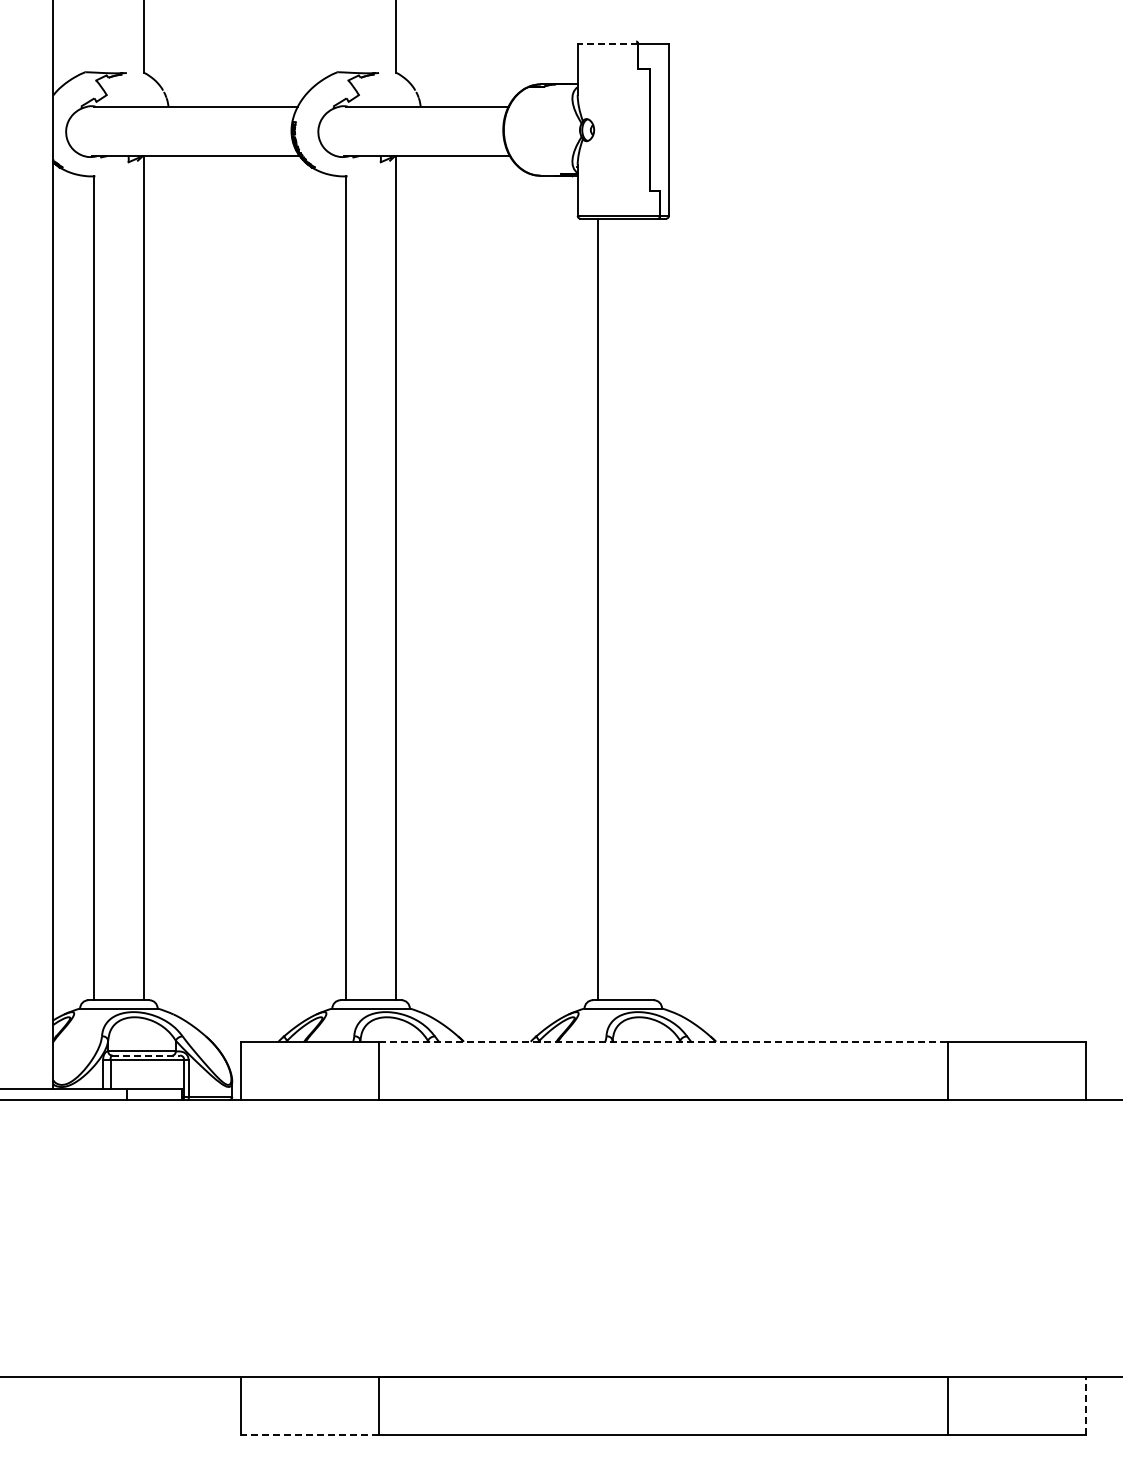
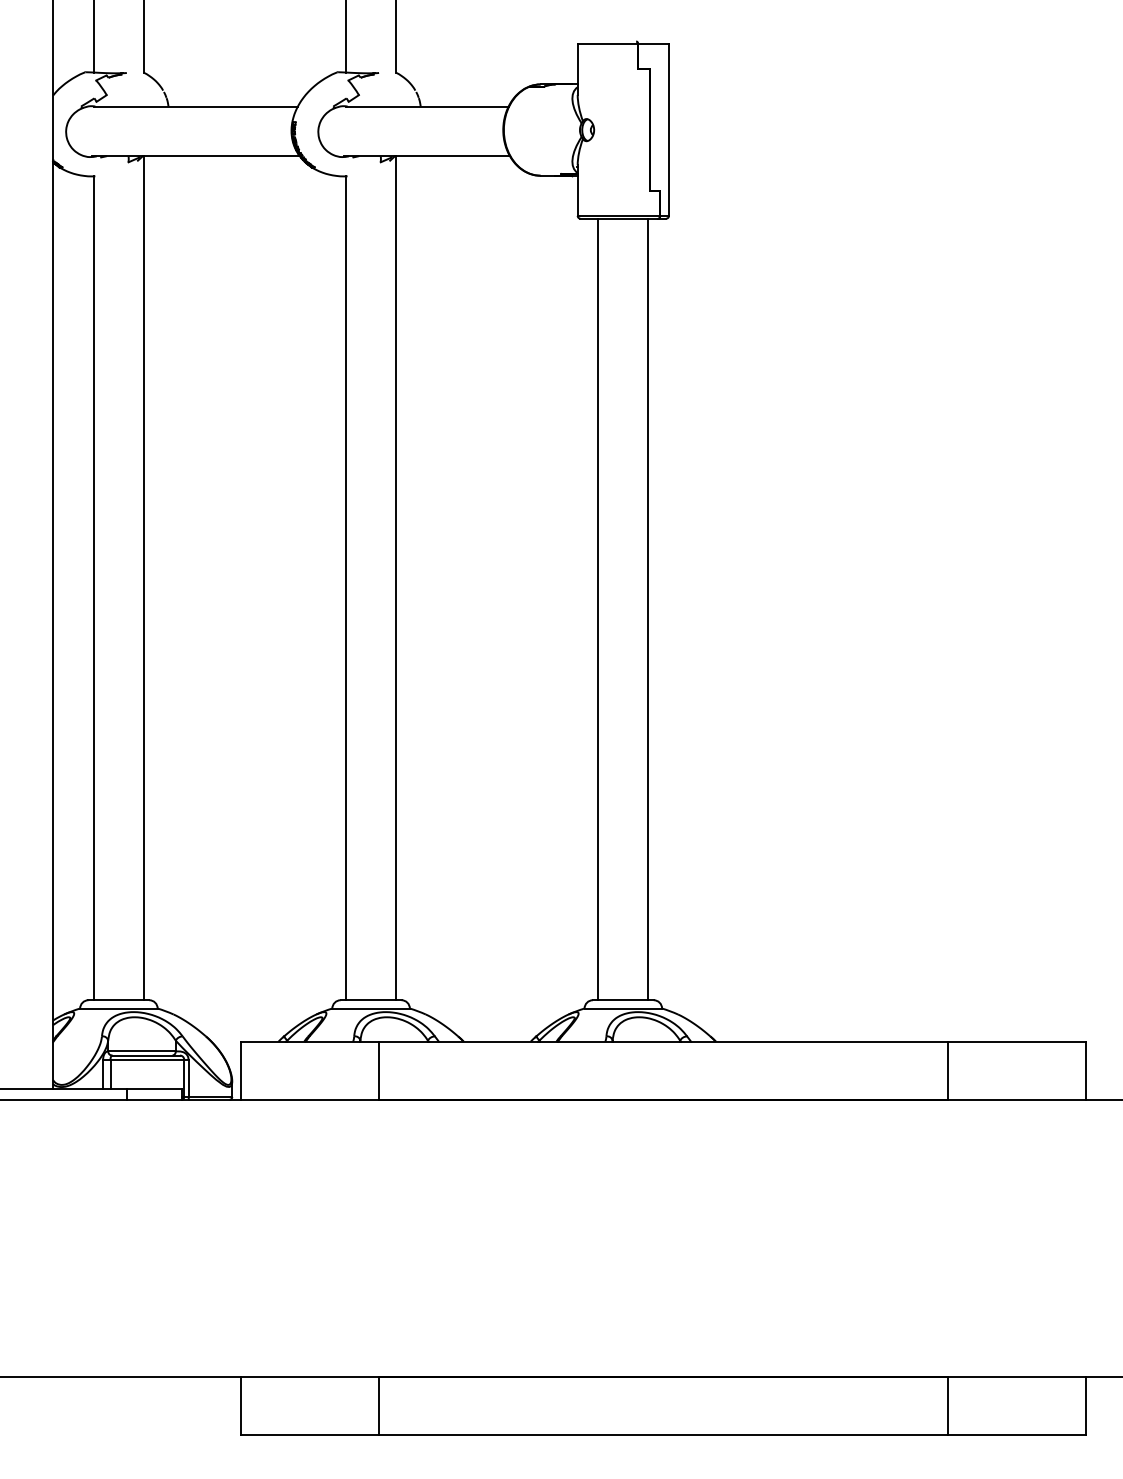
line at (94, 37): none -> present
line at (346, 37): none -> present
line at (607, 44): dashed -> solid
line at (648, 609): none -> present
line at (663, 1041): dashed -> solid
line at (146, 1055): dashed -> solid
line at (1085, 1405): dashed -> solid
line at (309, 1434): dashed -> solid
